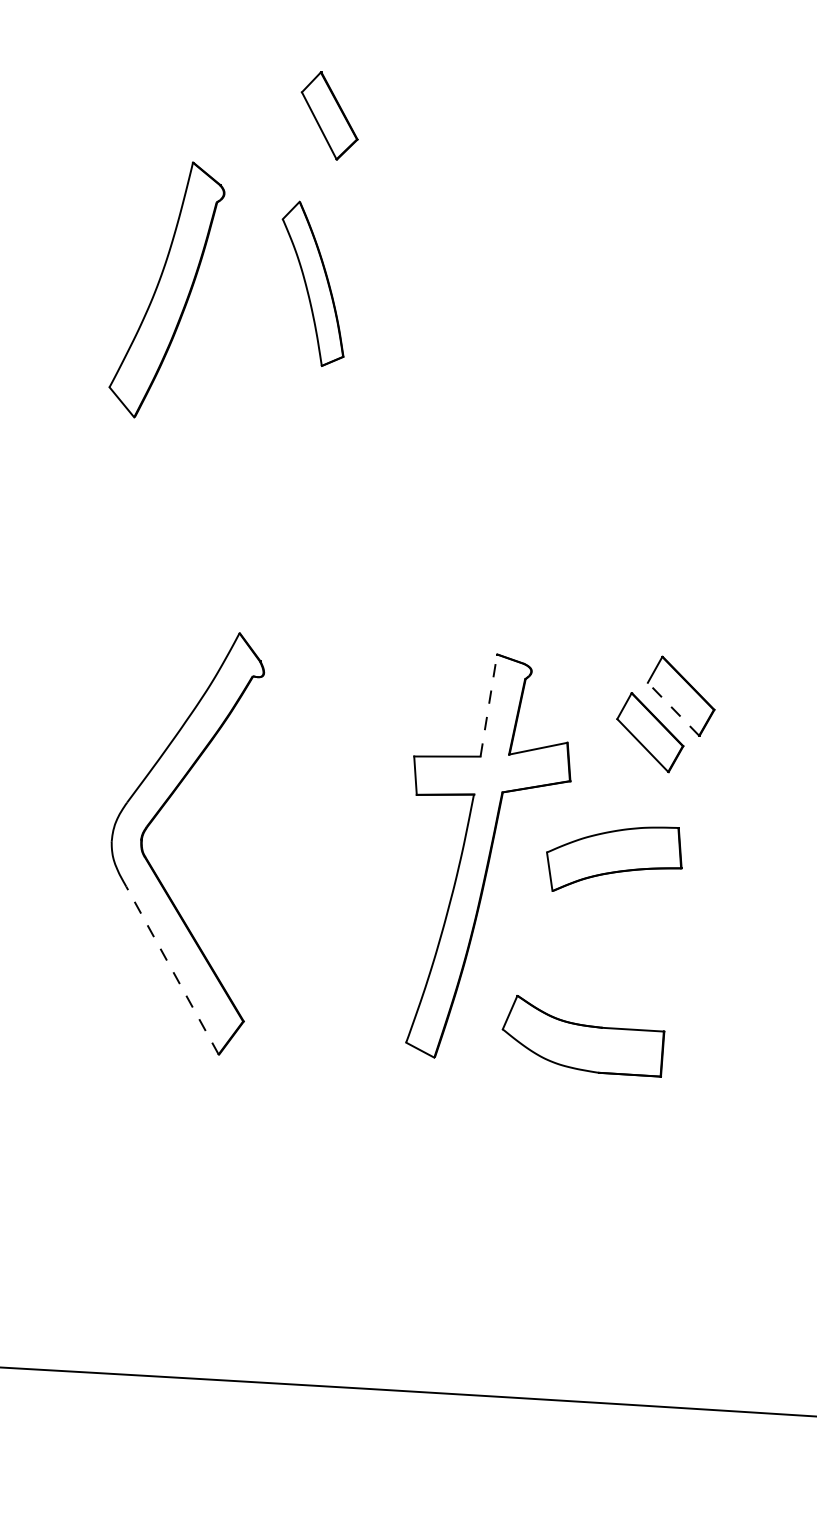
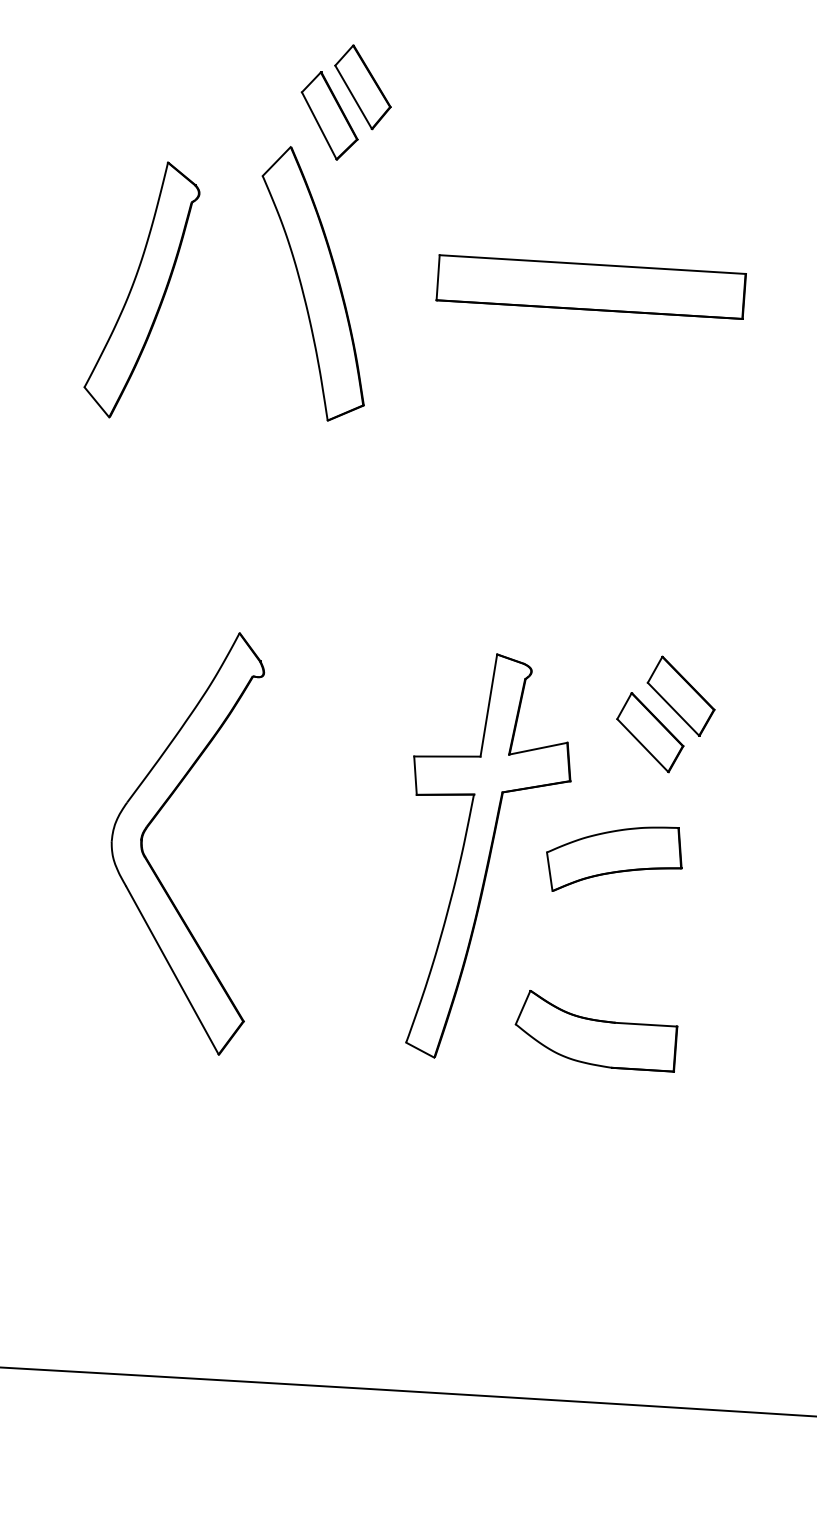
part at (362, 87): none -> present
part at (312, 283) size: 64x167 px -> 104x276 px
part at (590, 286): none -> present
part at (166, 289) position: (166, 289) -> (141, 289)
line at (488, 705): dashed -> solid
line at (673, 709): dashed -> solid
line at (172, 970): dashed -> solid
part at (583, 1036) position: (583, 1036) -> (596, 1031)
